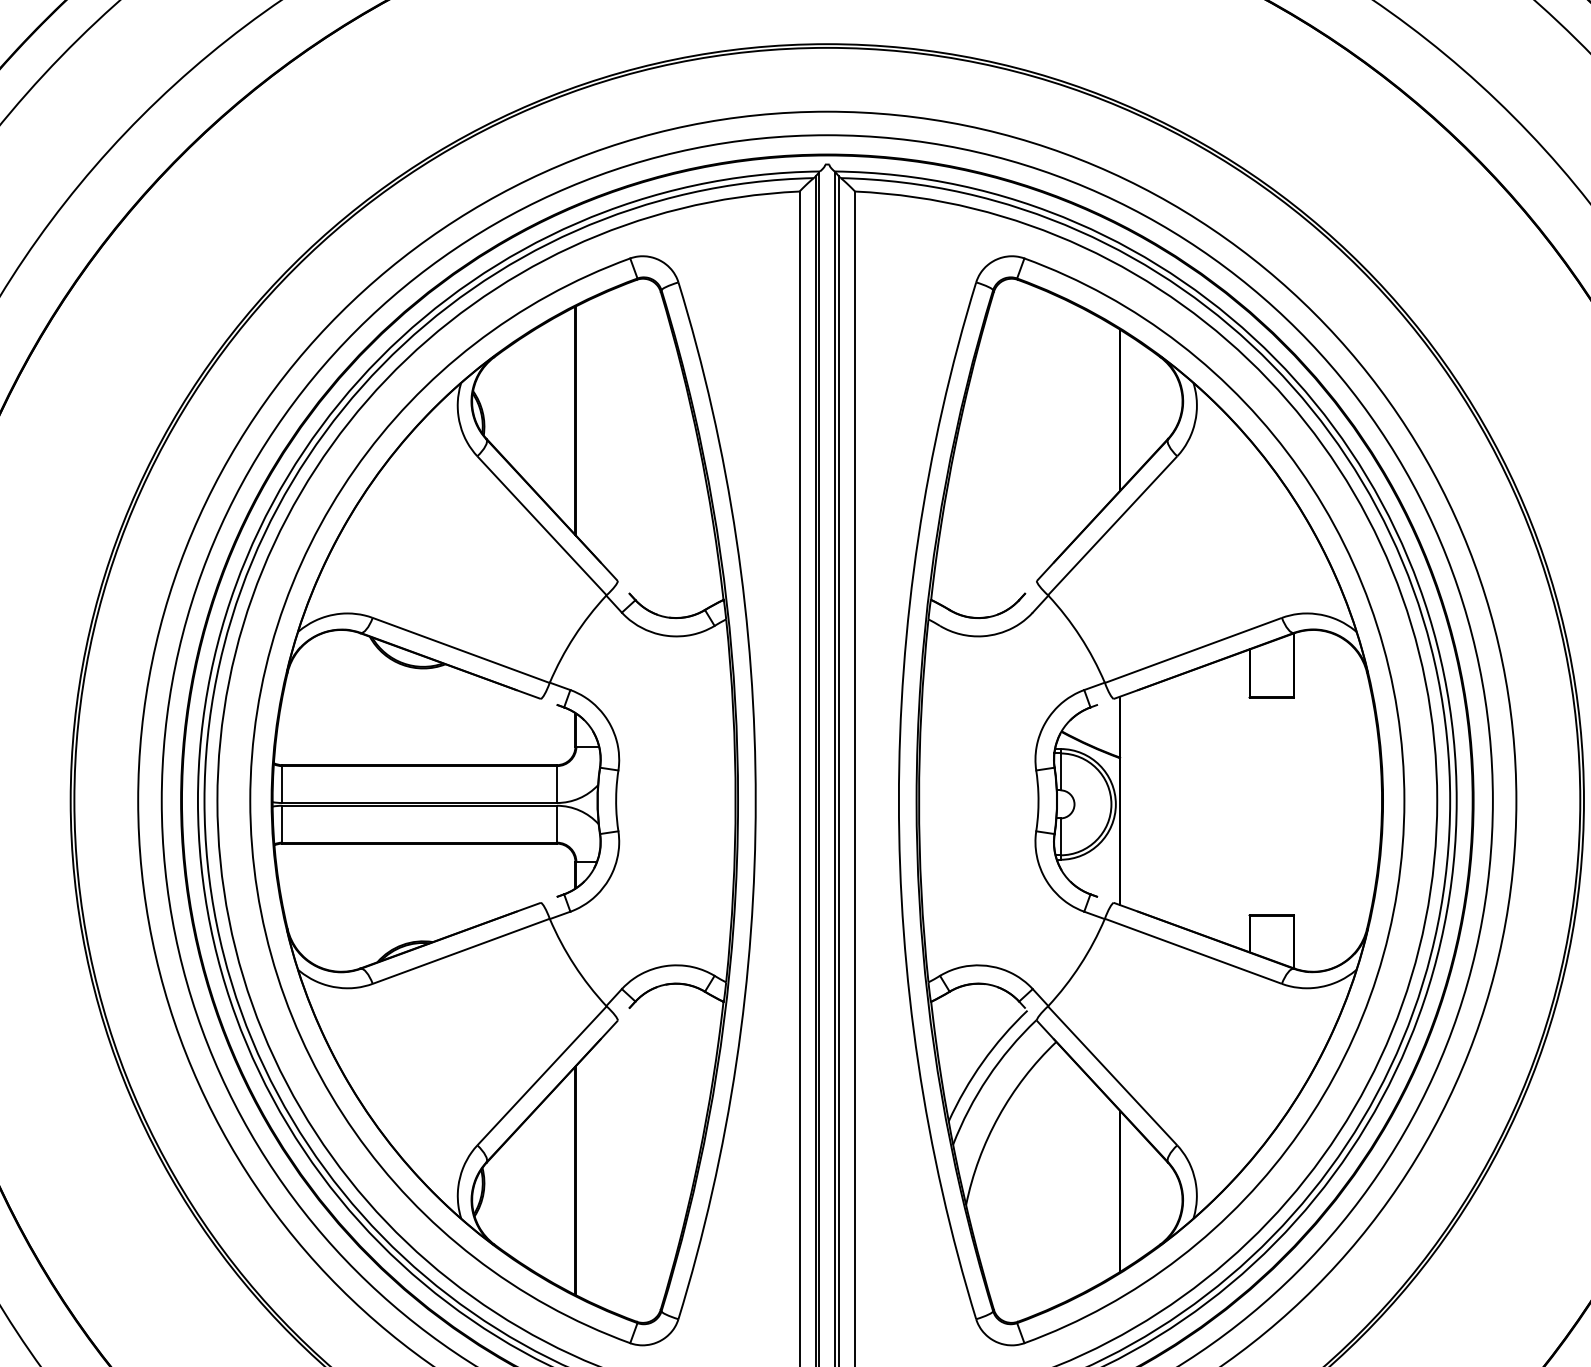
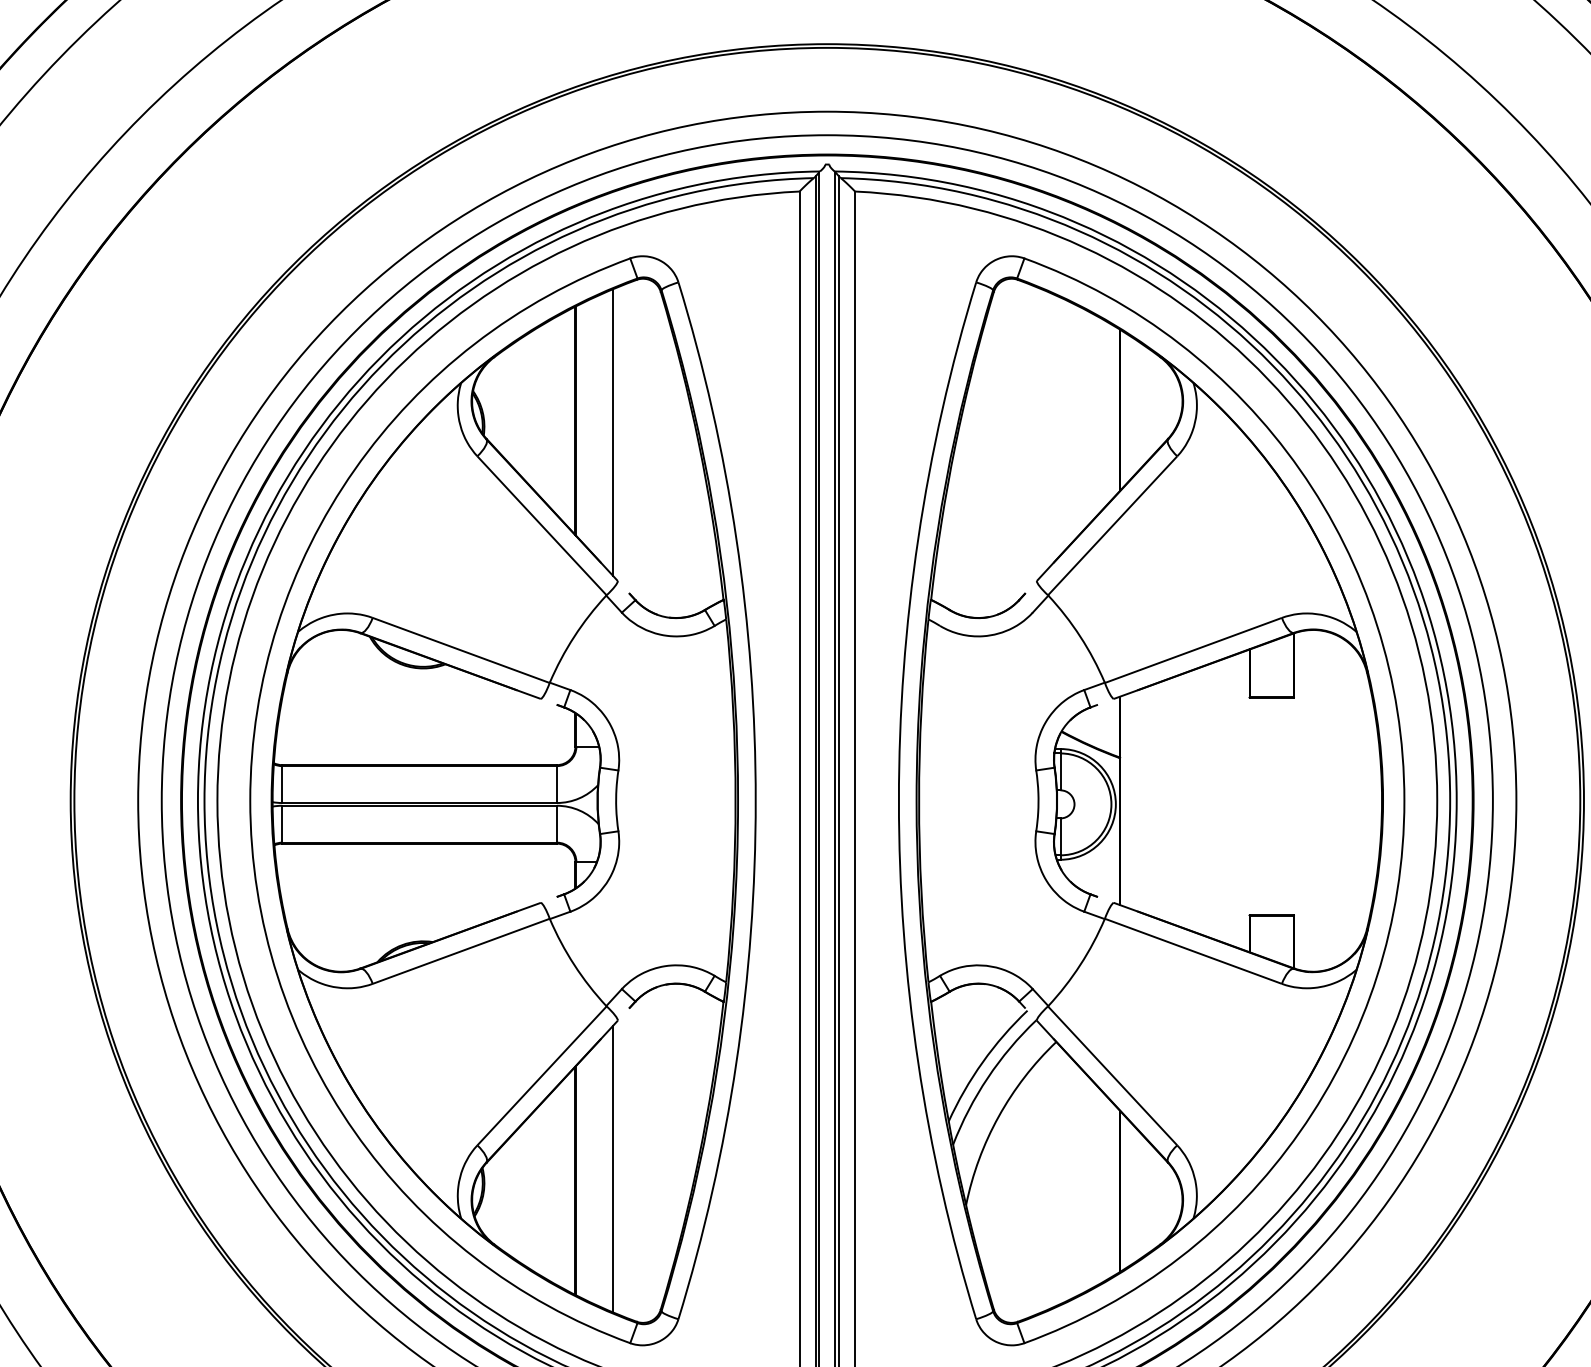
line at (613, 432): none -> present
line at (613, 1168): none -> present
